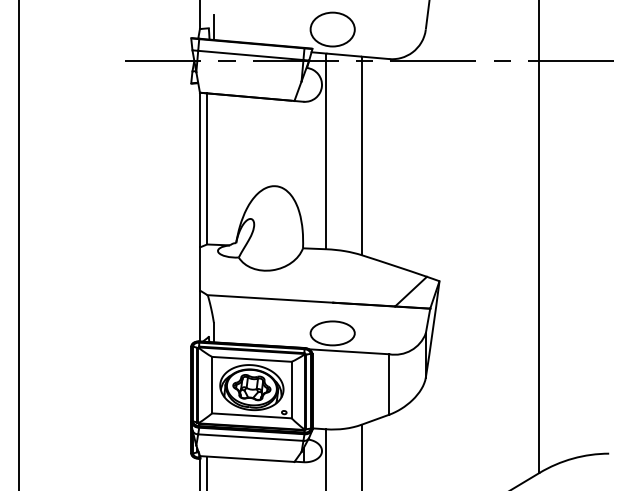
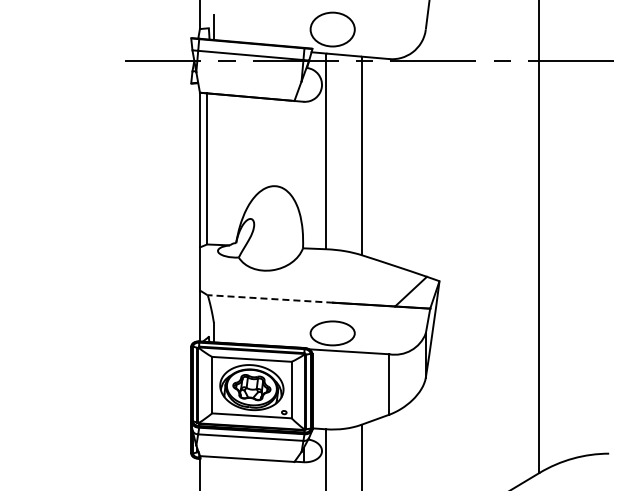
line at (18, 244): present -> none
line at (269, 298): solid -> dashed
line at (207, 471): present -> none
